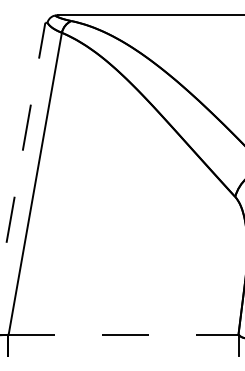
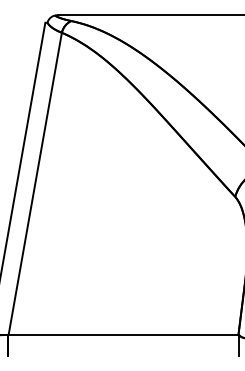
line at (22, 150): dashed -> solid
line at (123, 334): dashed -> solid
